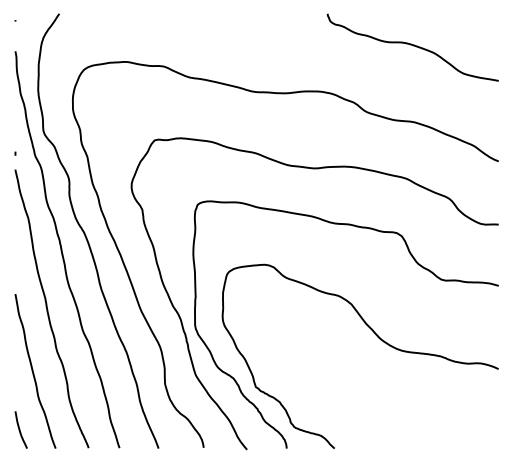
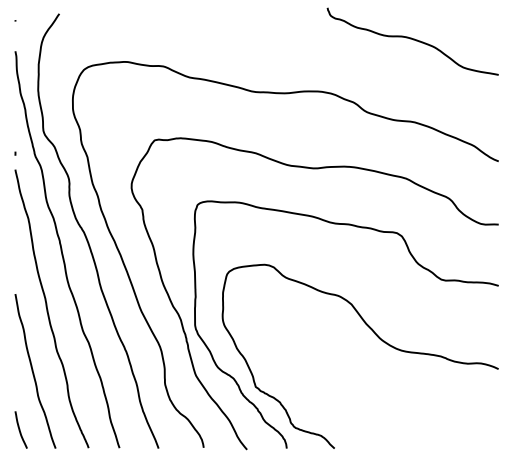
curve at (413, 46) position: (413, 46) -> (413, 40)
